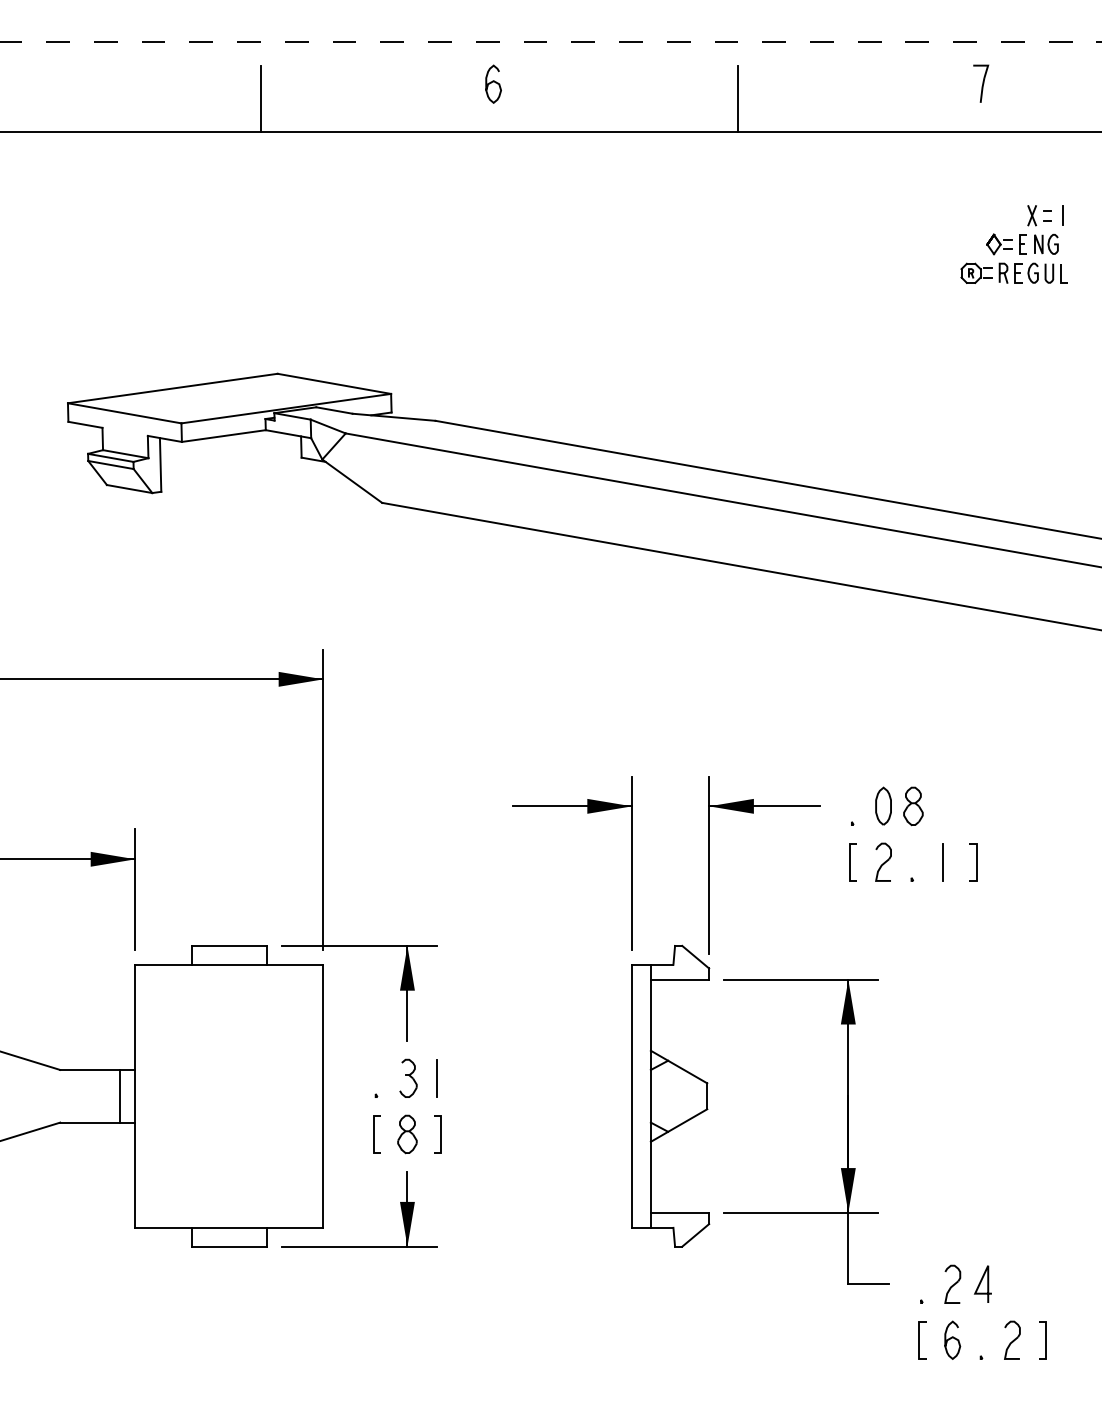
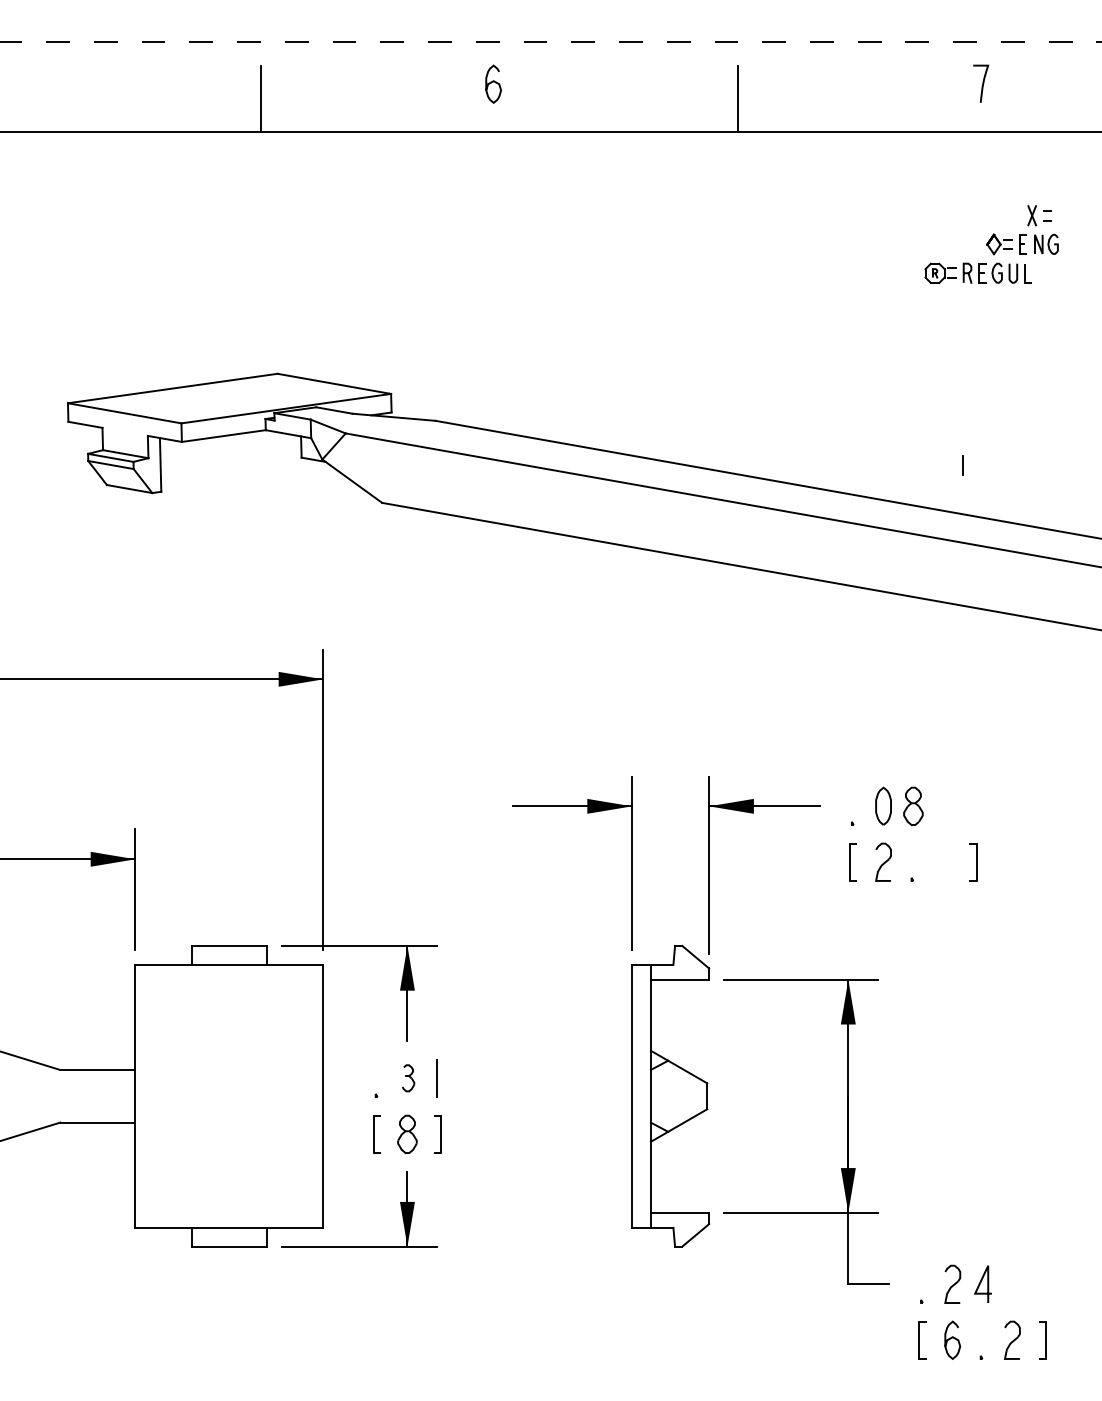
line at (1062, 215) position: (1062, 215) -> (962, 465)
part at (1013, 272) position: (1013, 272) -> (977, 272)
line at (943, 861): present -> none
part at (408, 1077) size: 19x40 px -> 14x29 px
line at (120, 1095): present -> none
